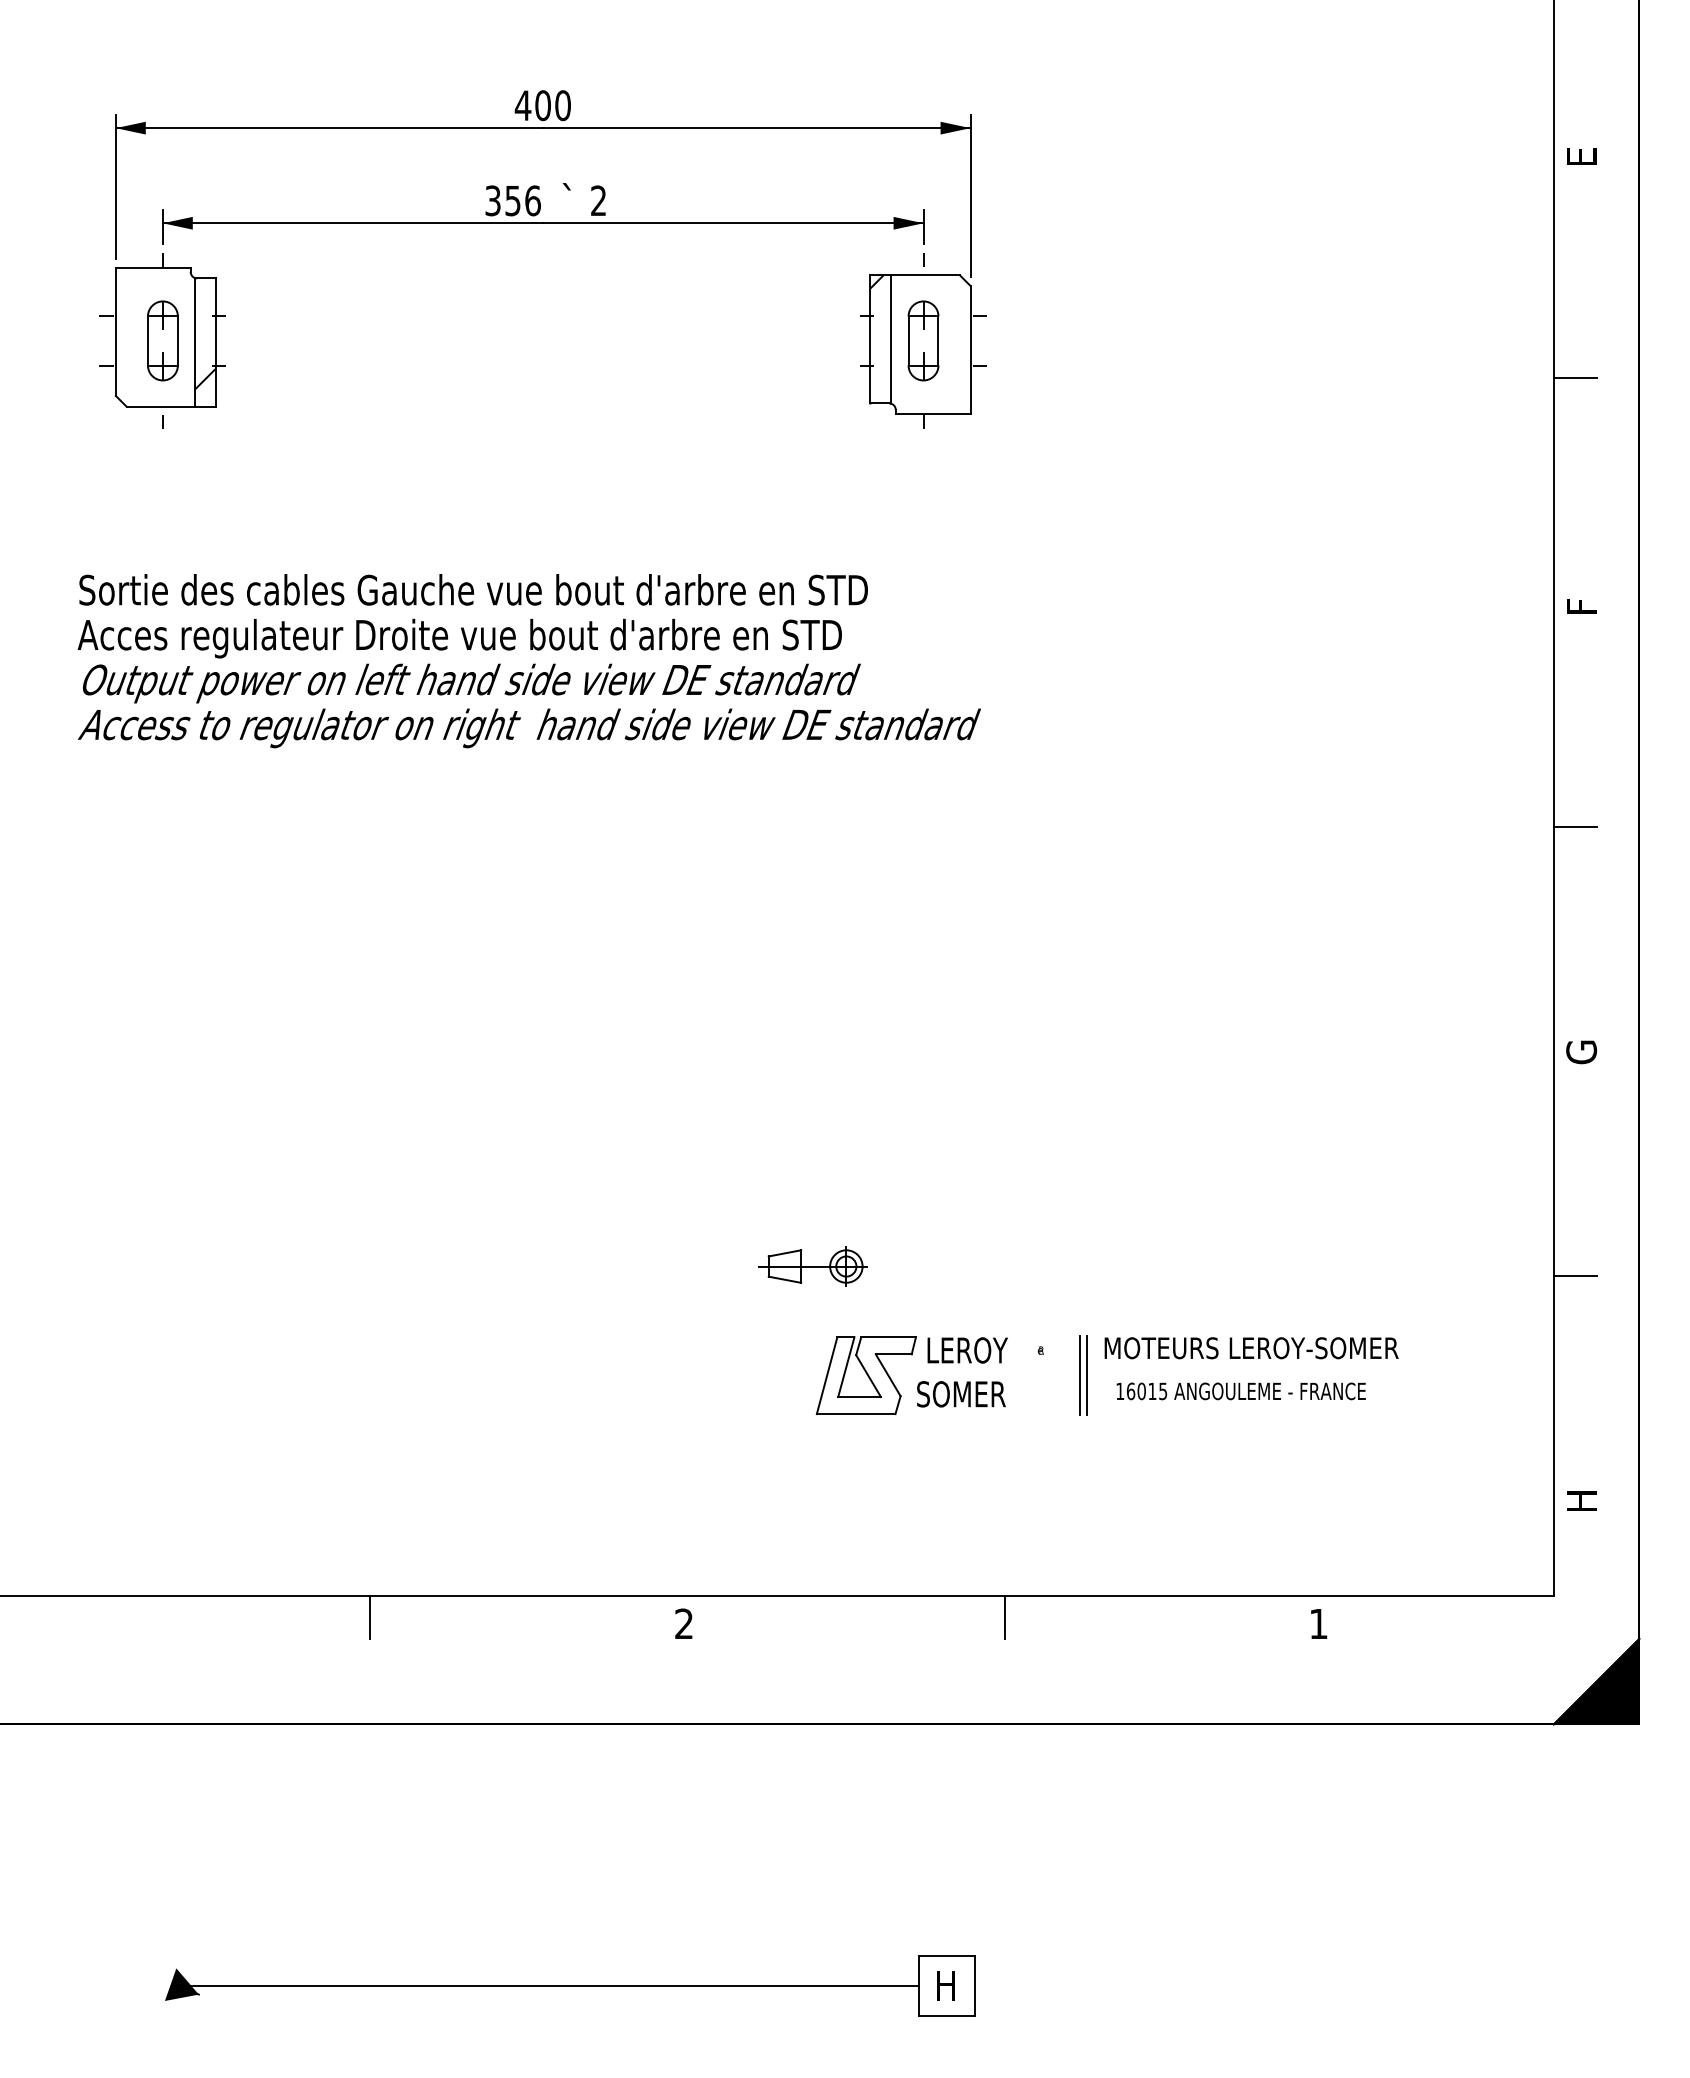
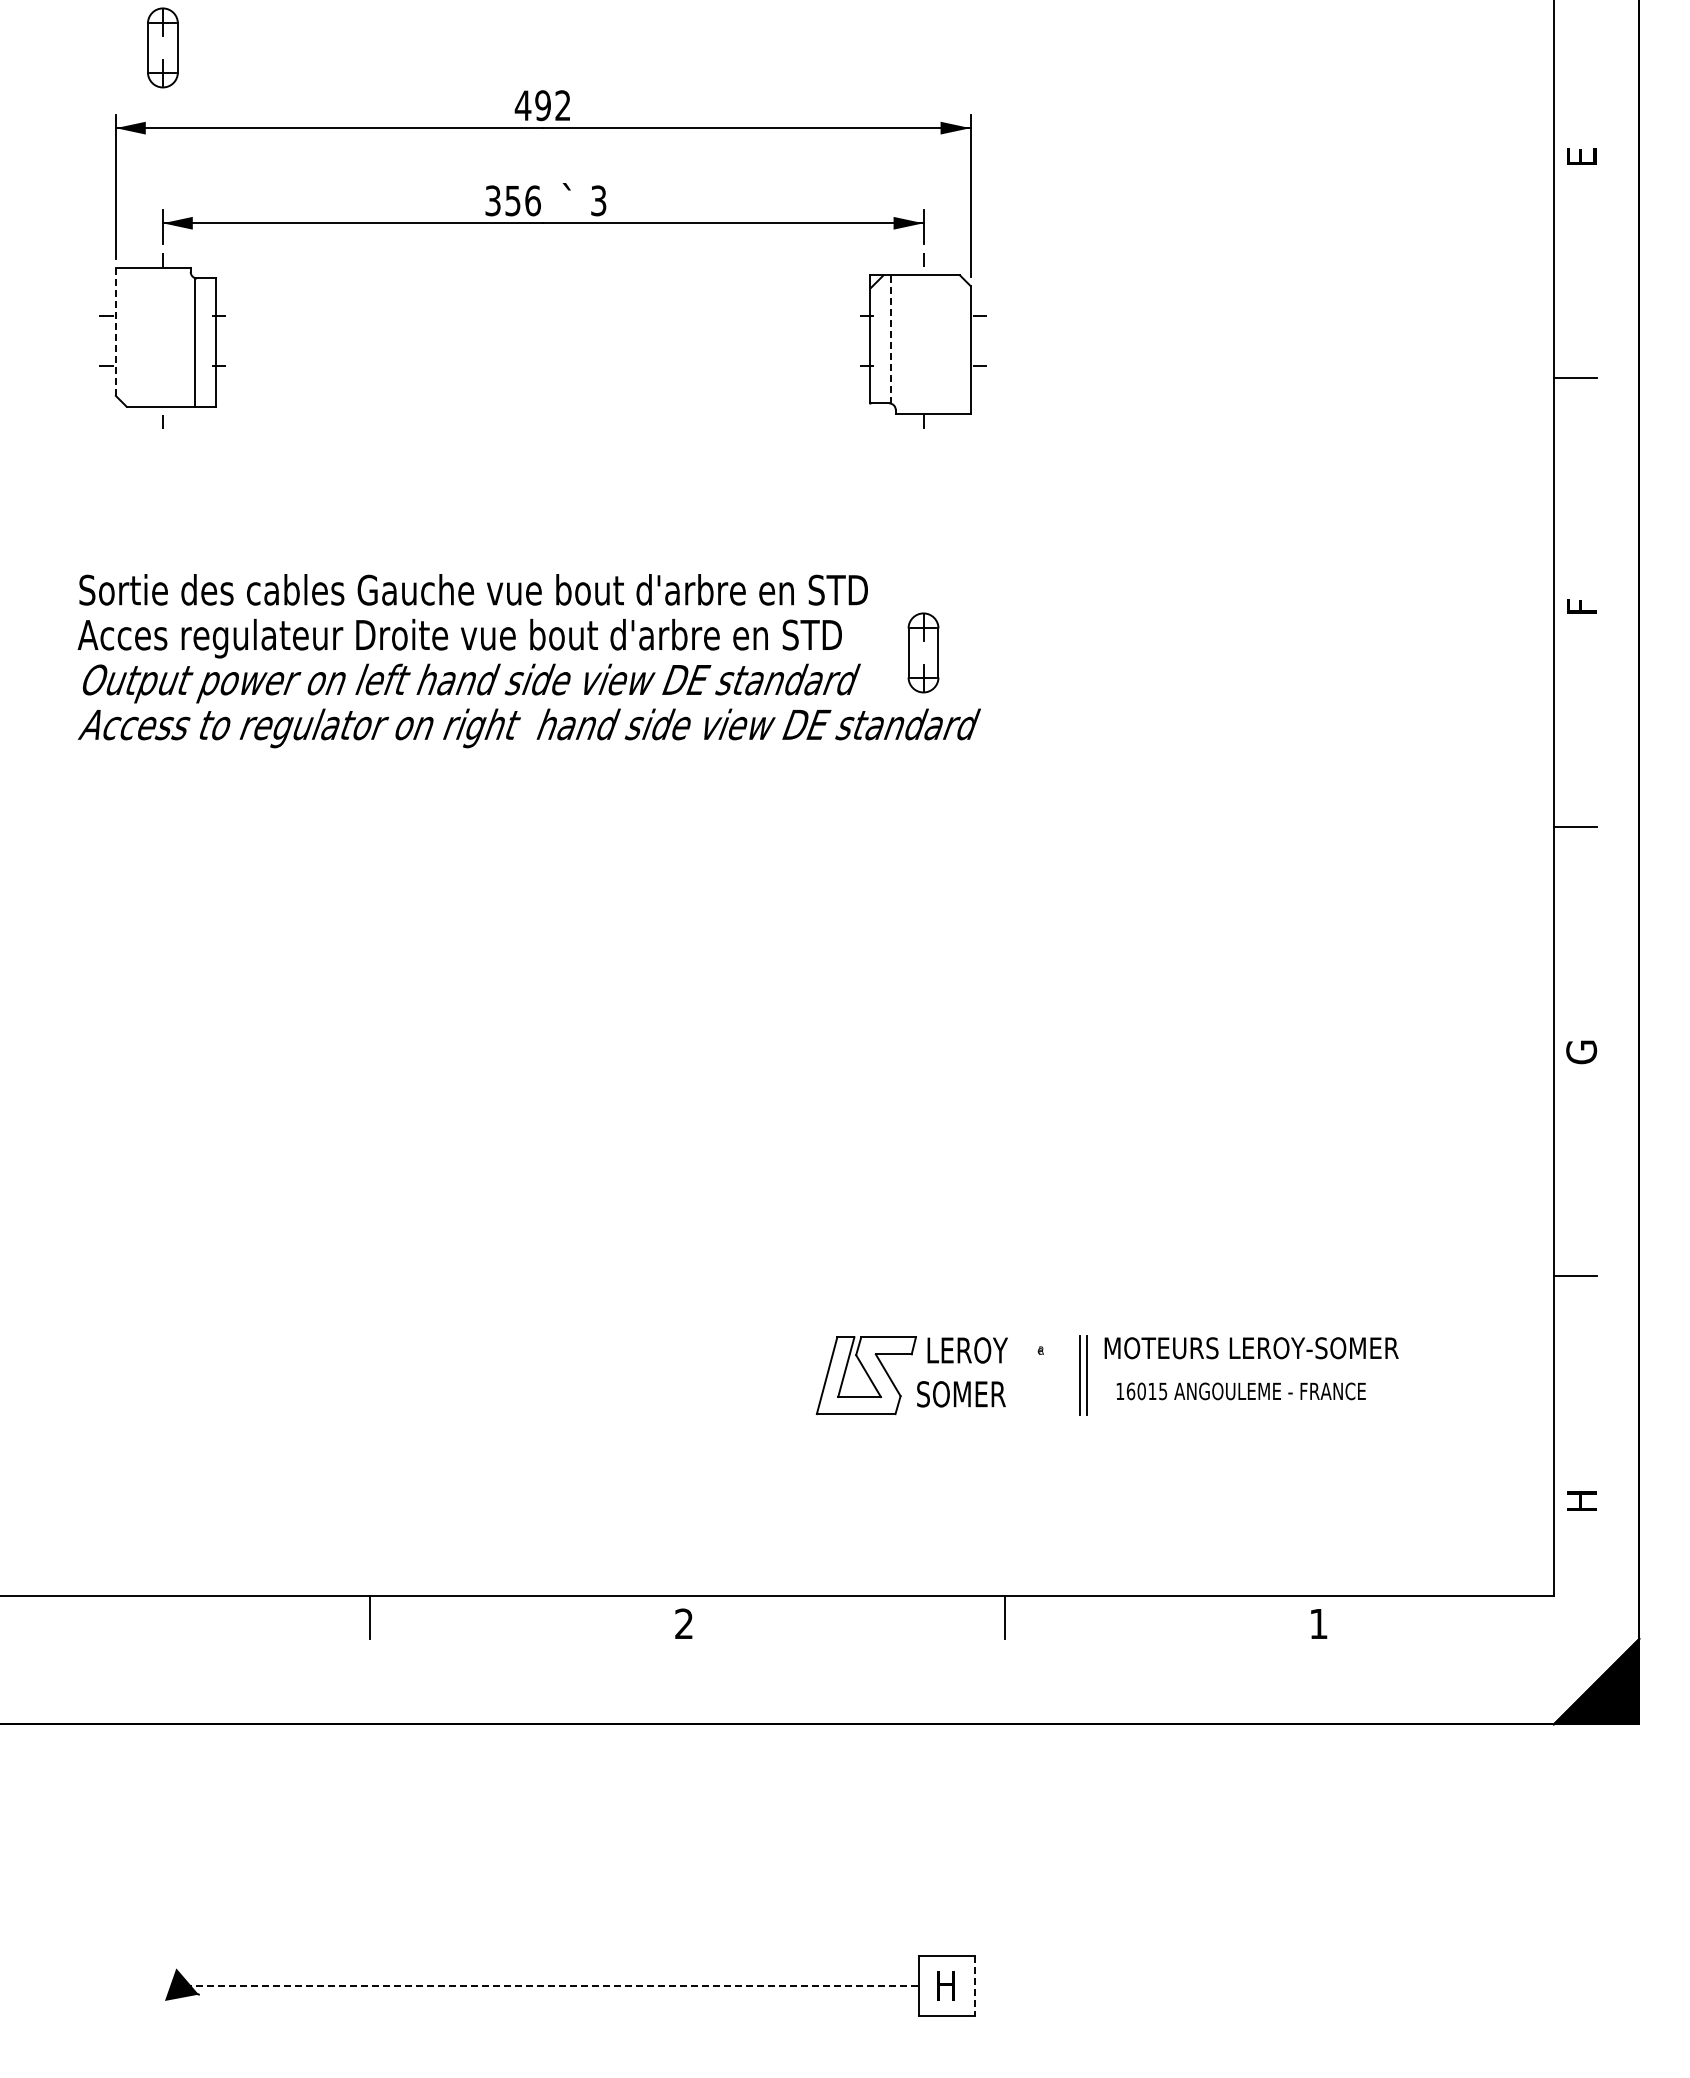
text at (552, 105): 400 -> 492
text at (598, 200): 2 -> 3
line at (115, 332): solid -> dashed
line at (891, 339): solid -> dashed
part at (162, 340) position: (162, 340) -> (162, 47)
part at (923, 340) position: (923, 340) -> (923, 652)
hatch at (205, 378): present -> none
part at (812, 1266): present -> none
line at (546, 1985): solid -> dashed
line at (974, 1985): solid -> dashed
